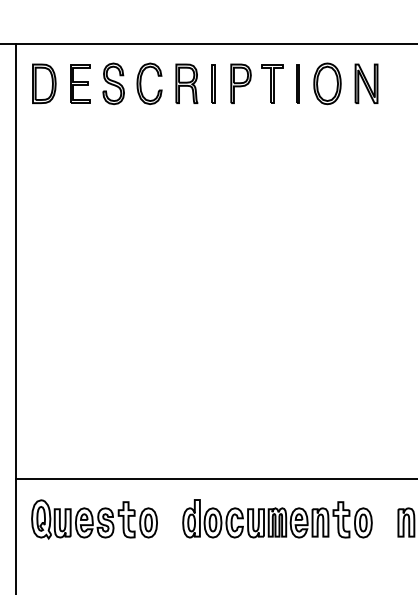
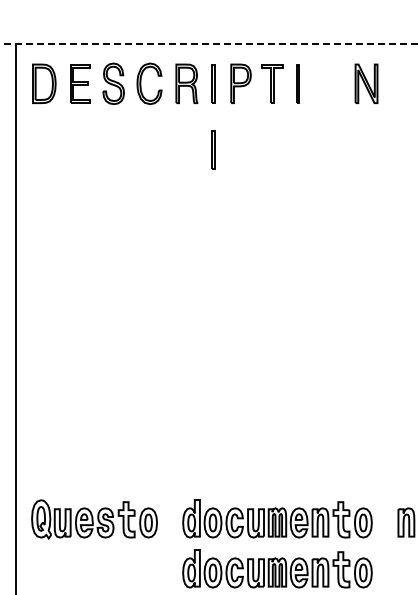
line at (209, 44): solid -> dashed
part at (327, 83): present -> none
line at (212, 149): none -> present
line at (214, 478): present -> none
part at (277, 568): none -> present
